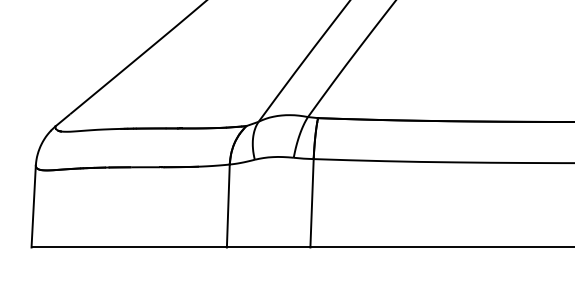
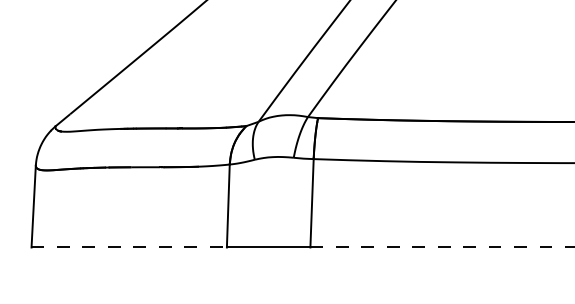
line at (129, 247): solid -> dashed
line at (442, 247): solid -> dashed
